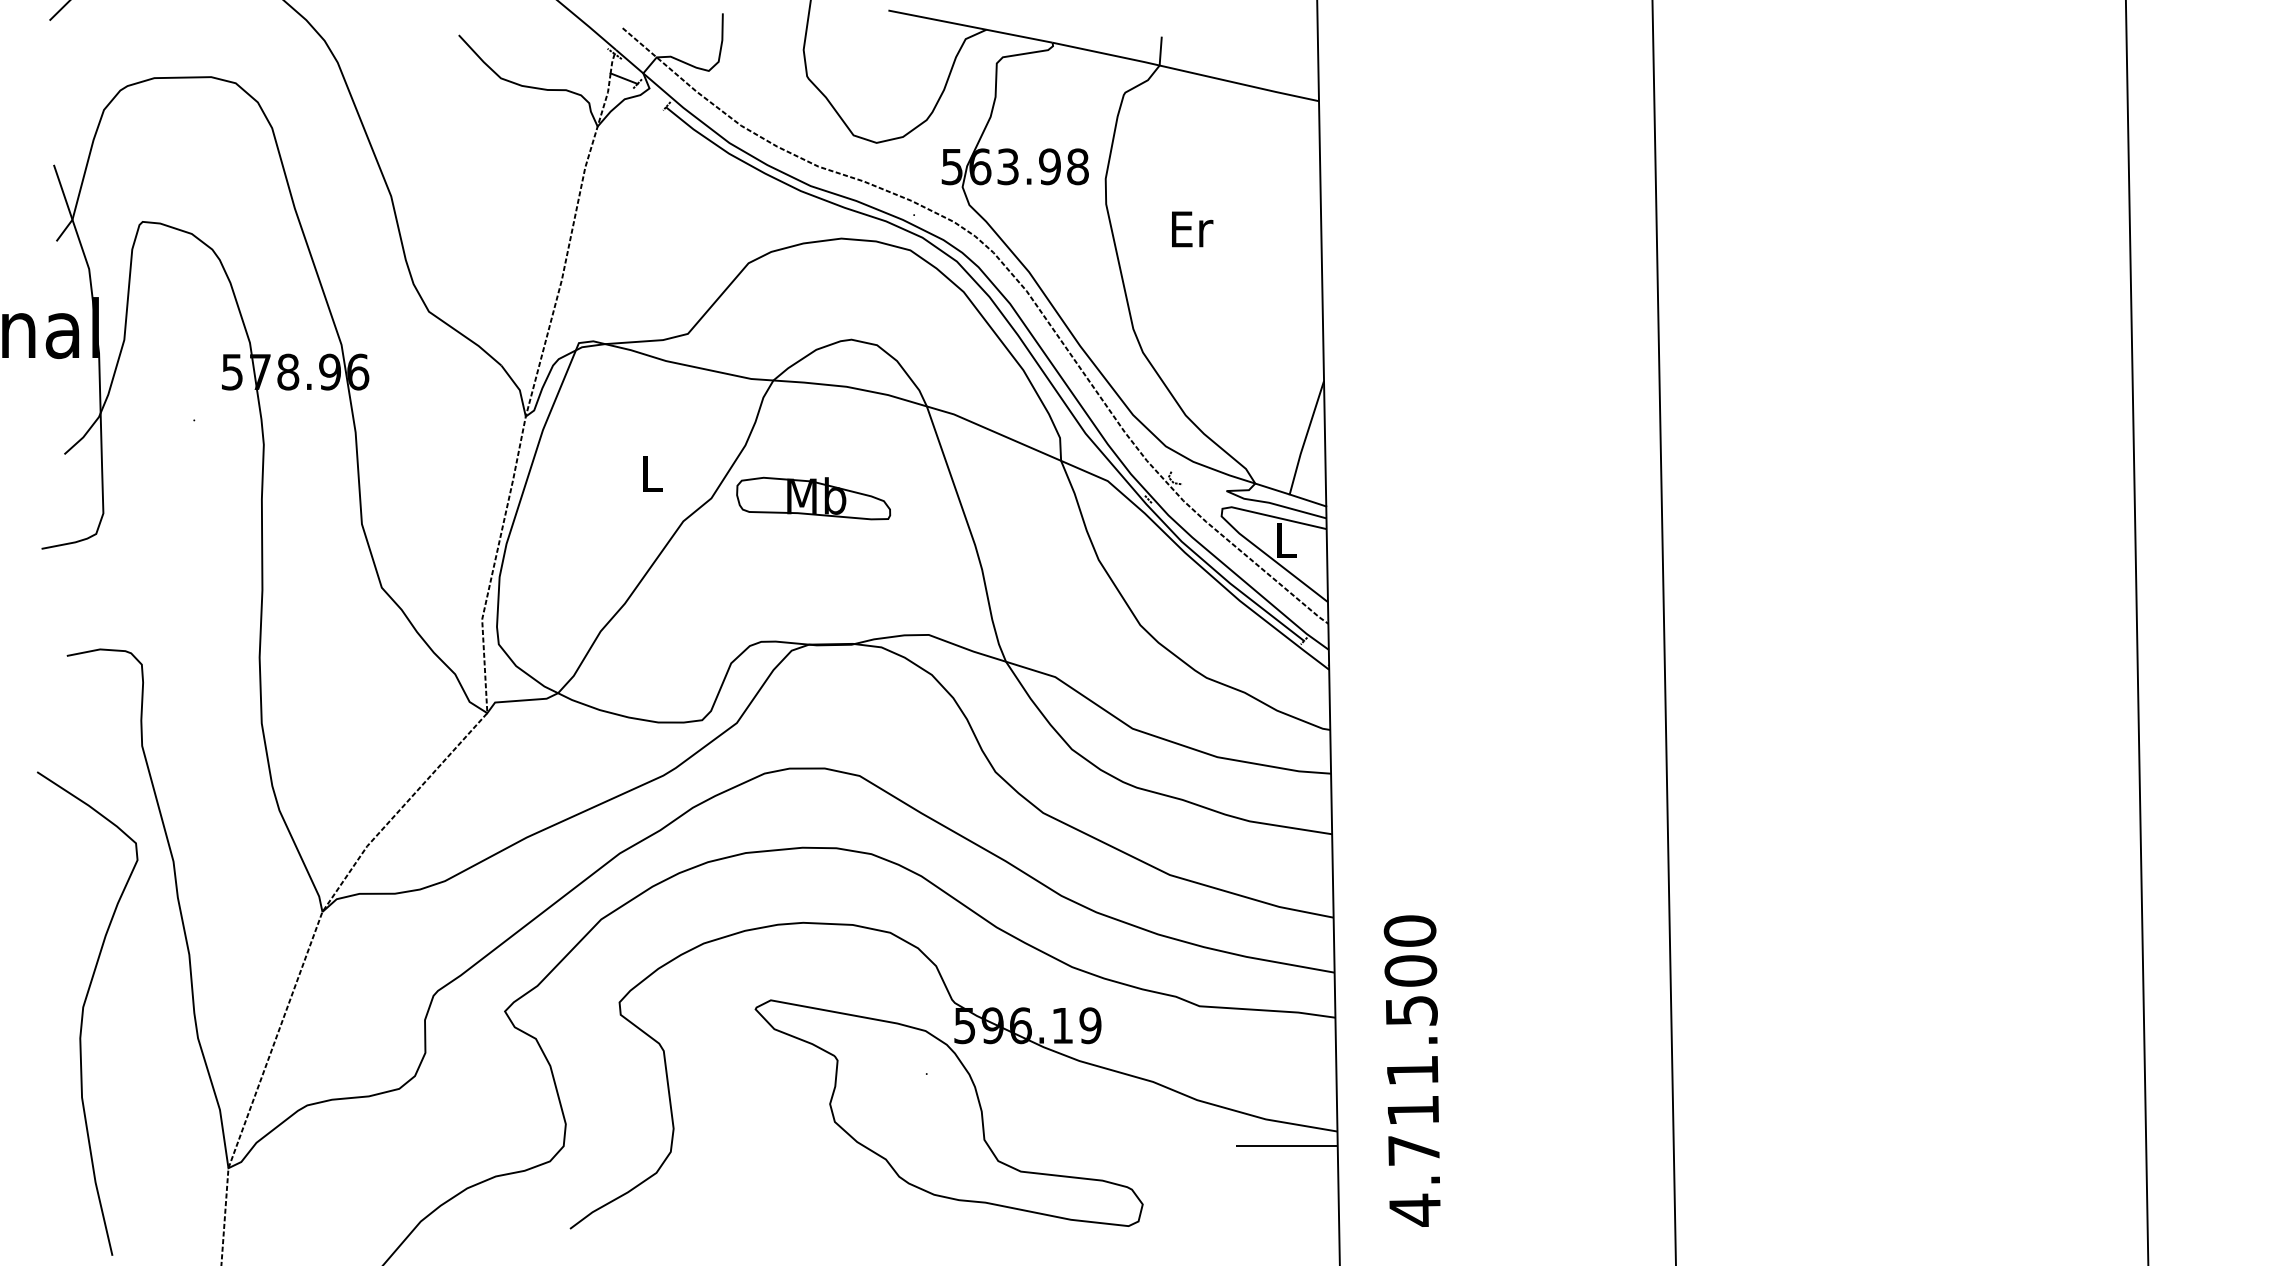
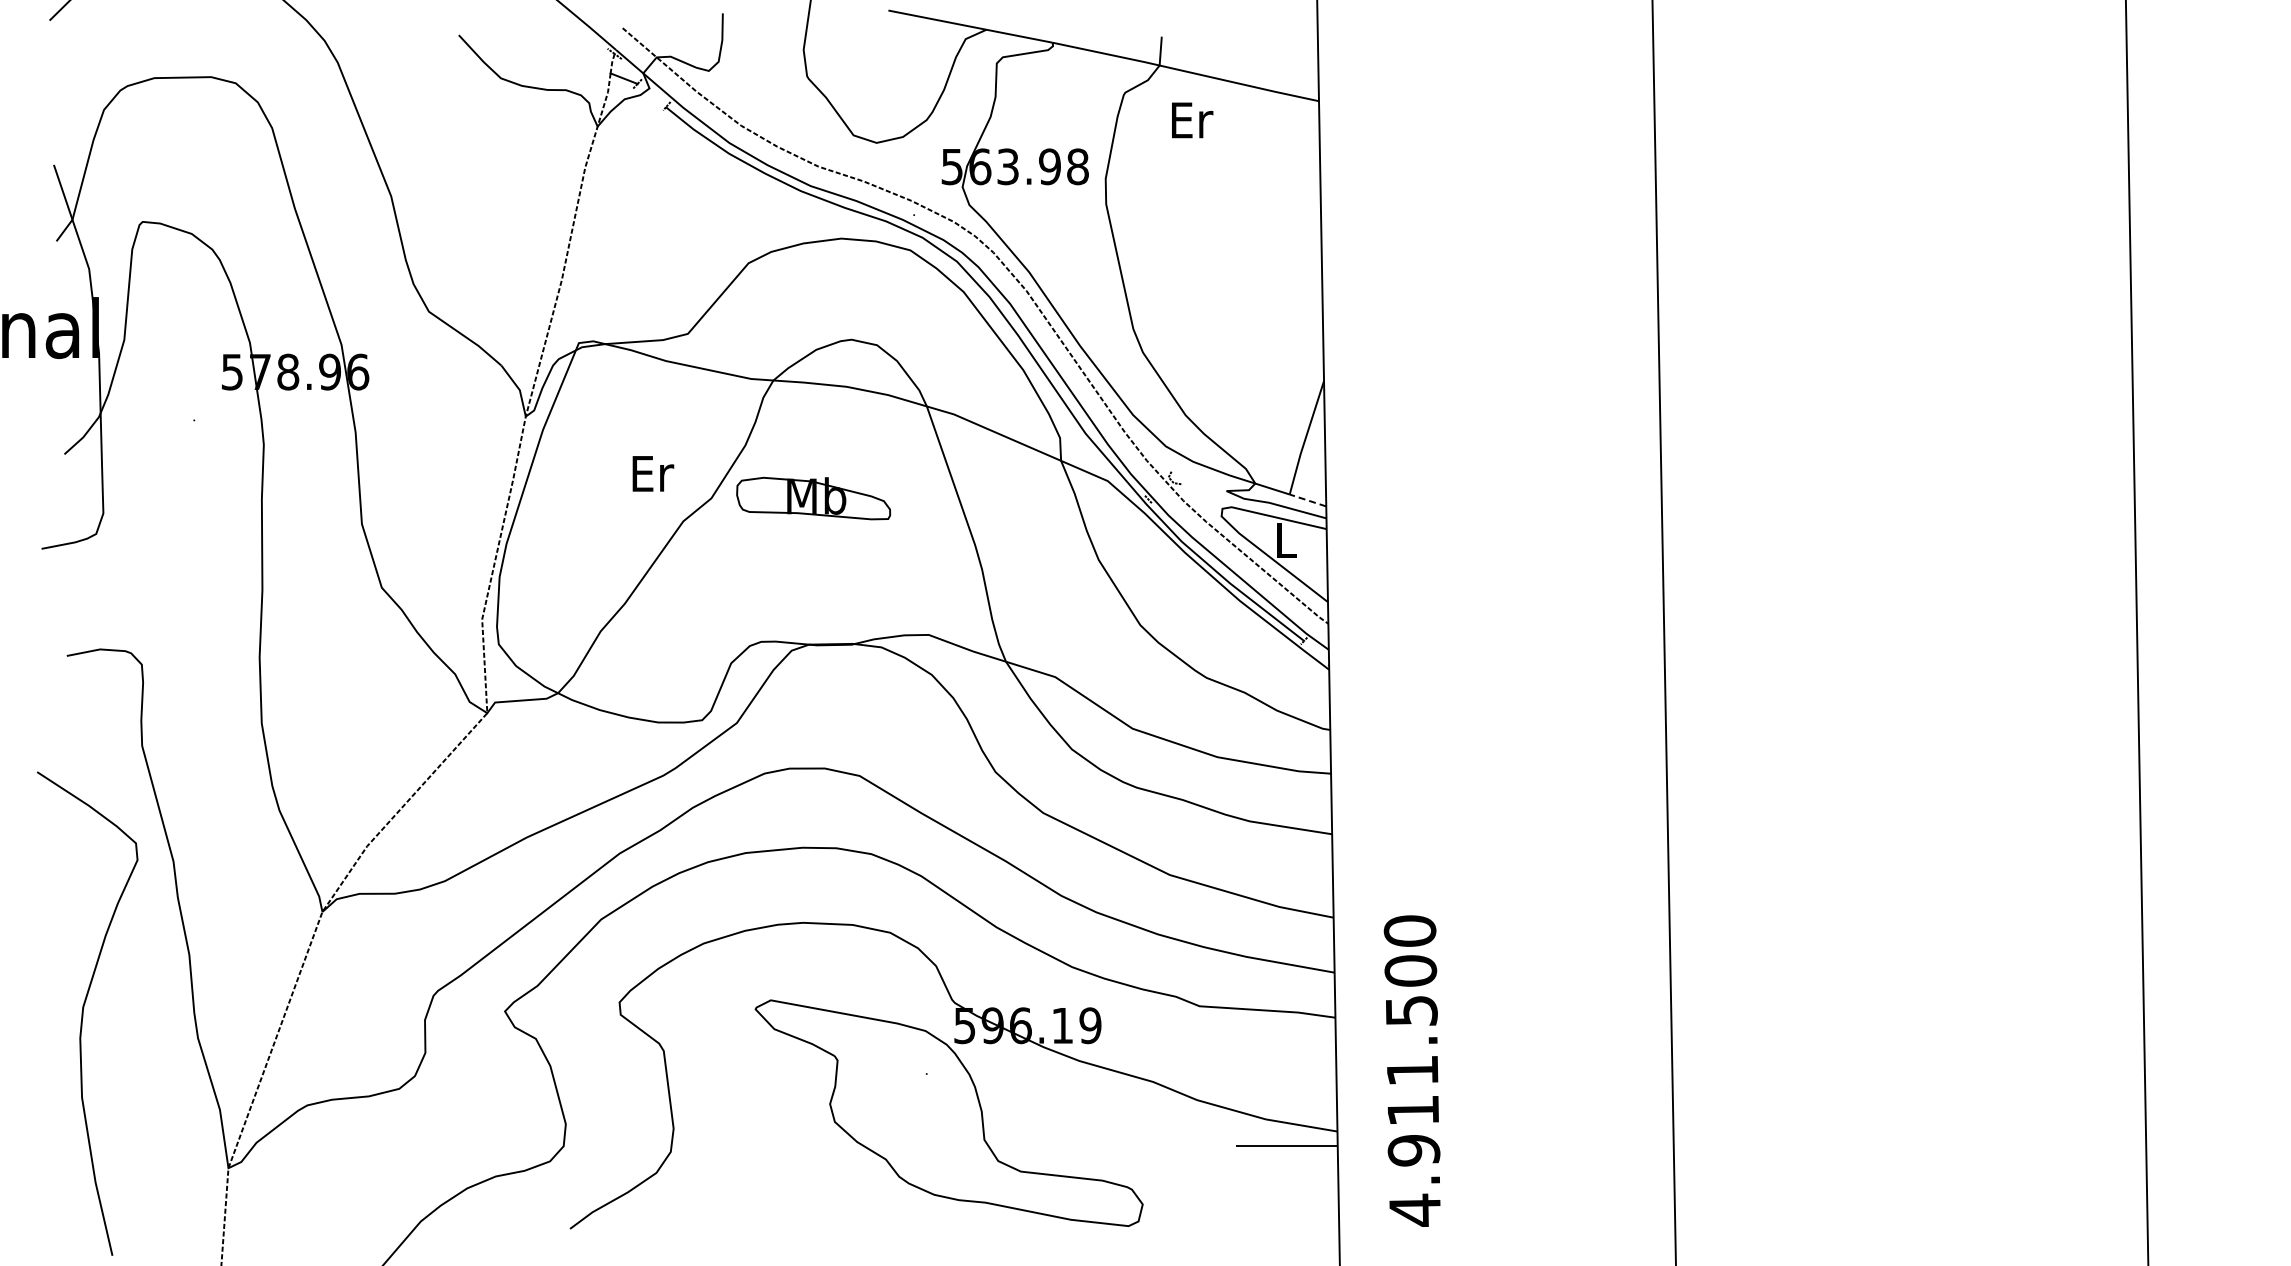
text at (1192, 229) position: (1192, 229) -> (1192, 120)
text at (653, 473): L -> Er
line at (1307, 500): solid -> dashed
text at (1413, 1150): 4.711.500 -> 4.911.500
